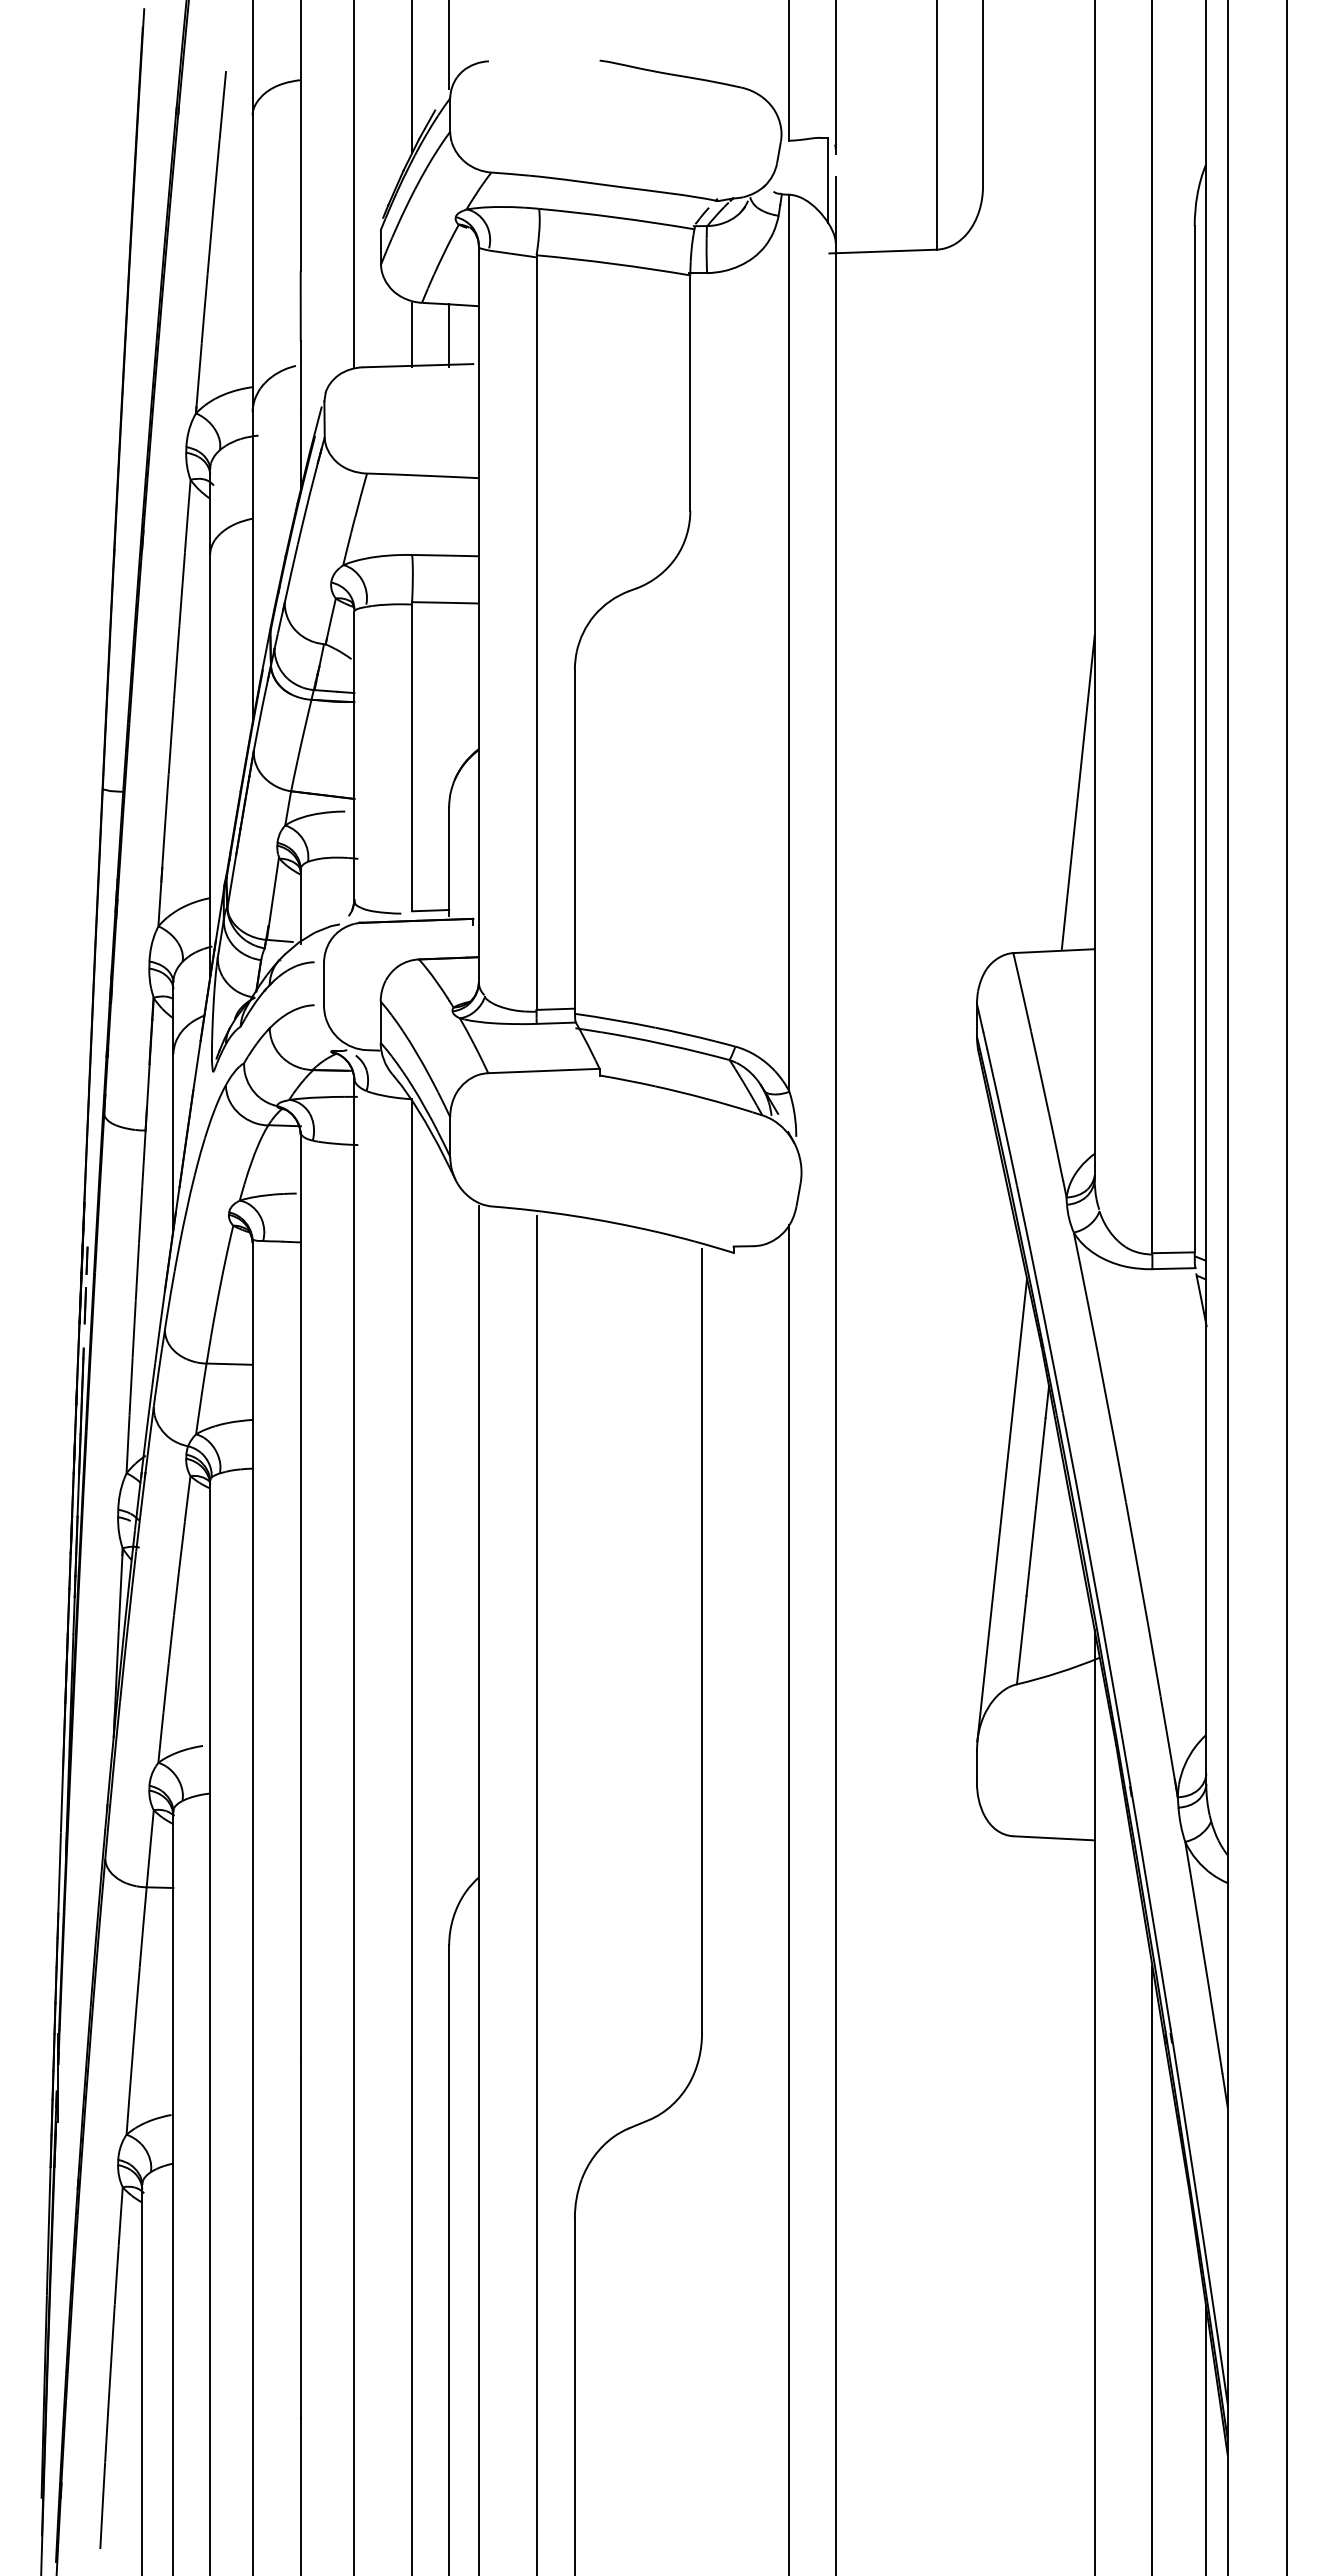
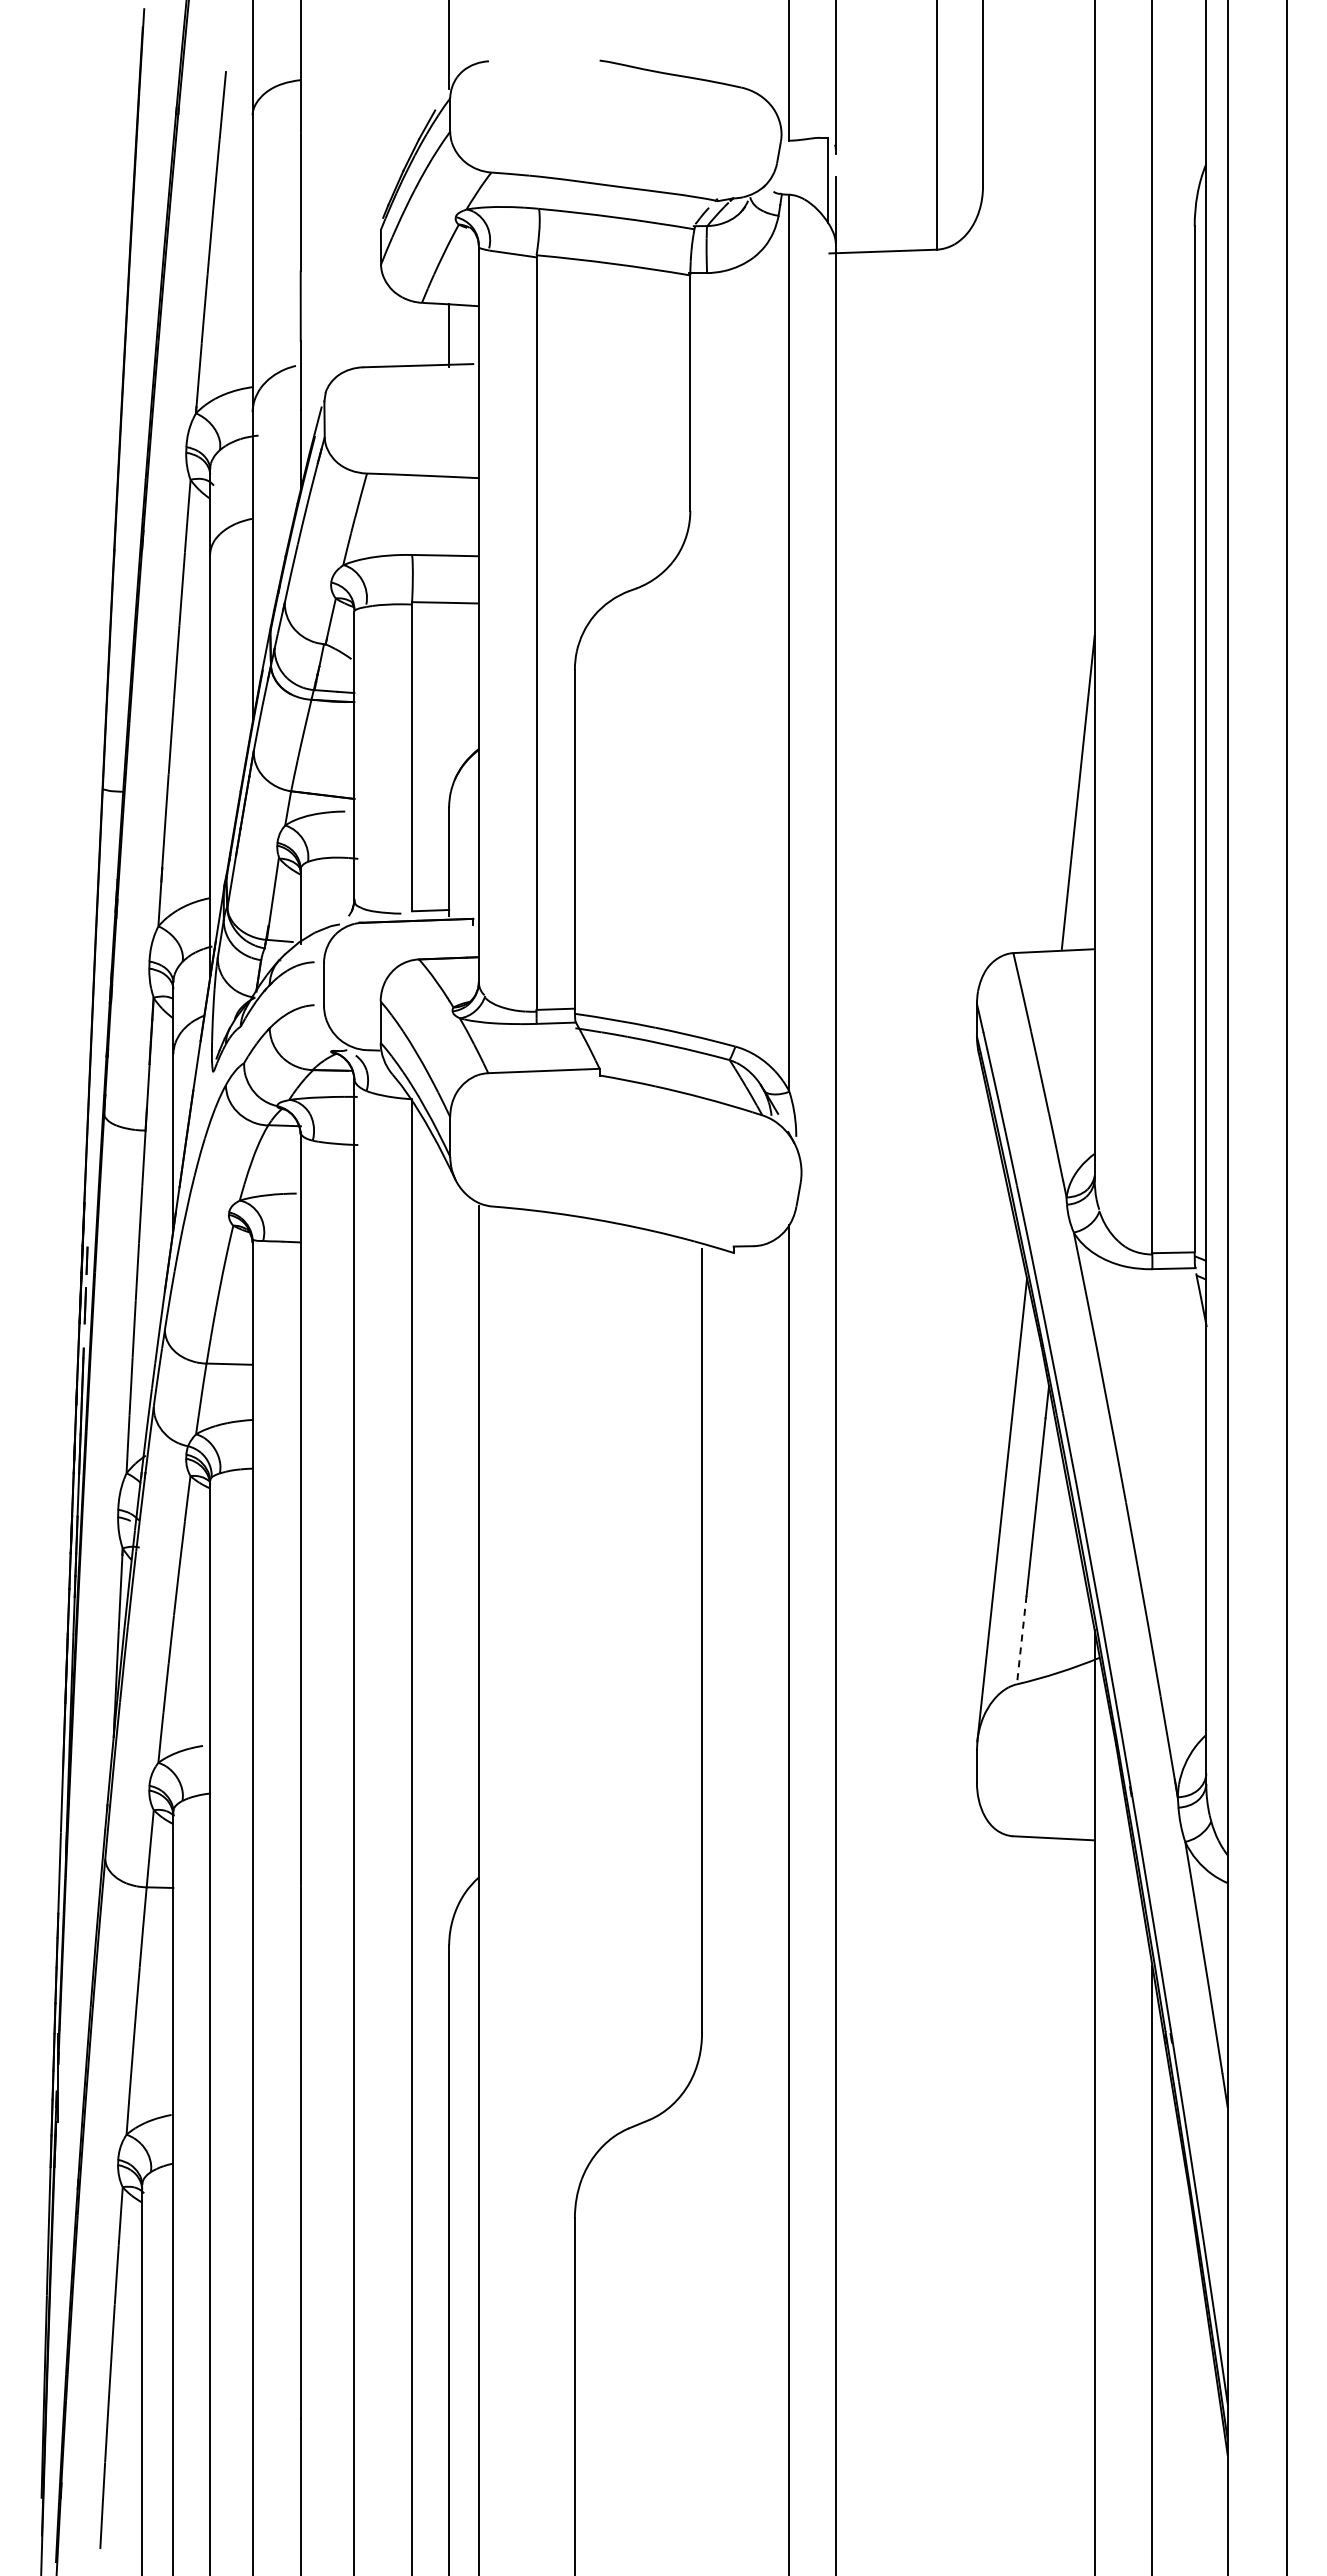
line at (412, 77): present -> none
line at (354, 184): present -> none
line at (412, 334): present -> none
line at (1021, 1640): solid -> dashed
line at (536, 1893): present -> none
line at (1206, 2439): present -> none
